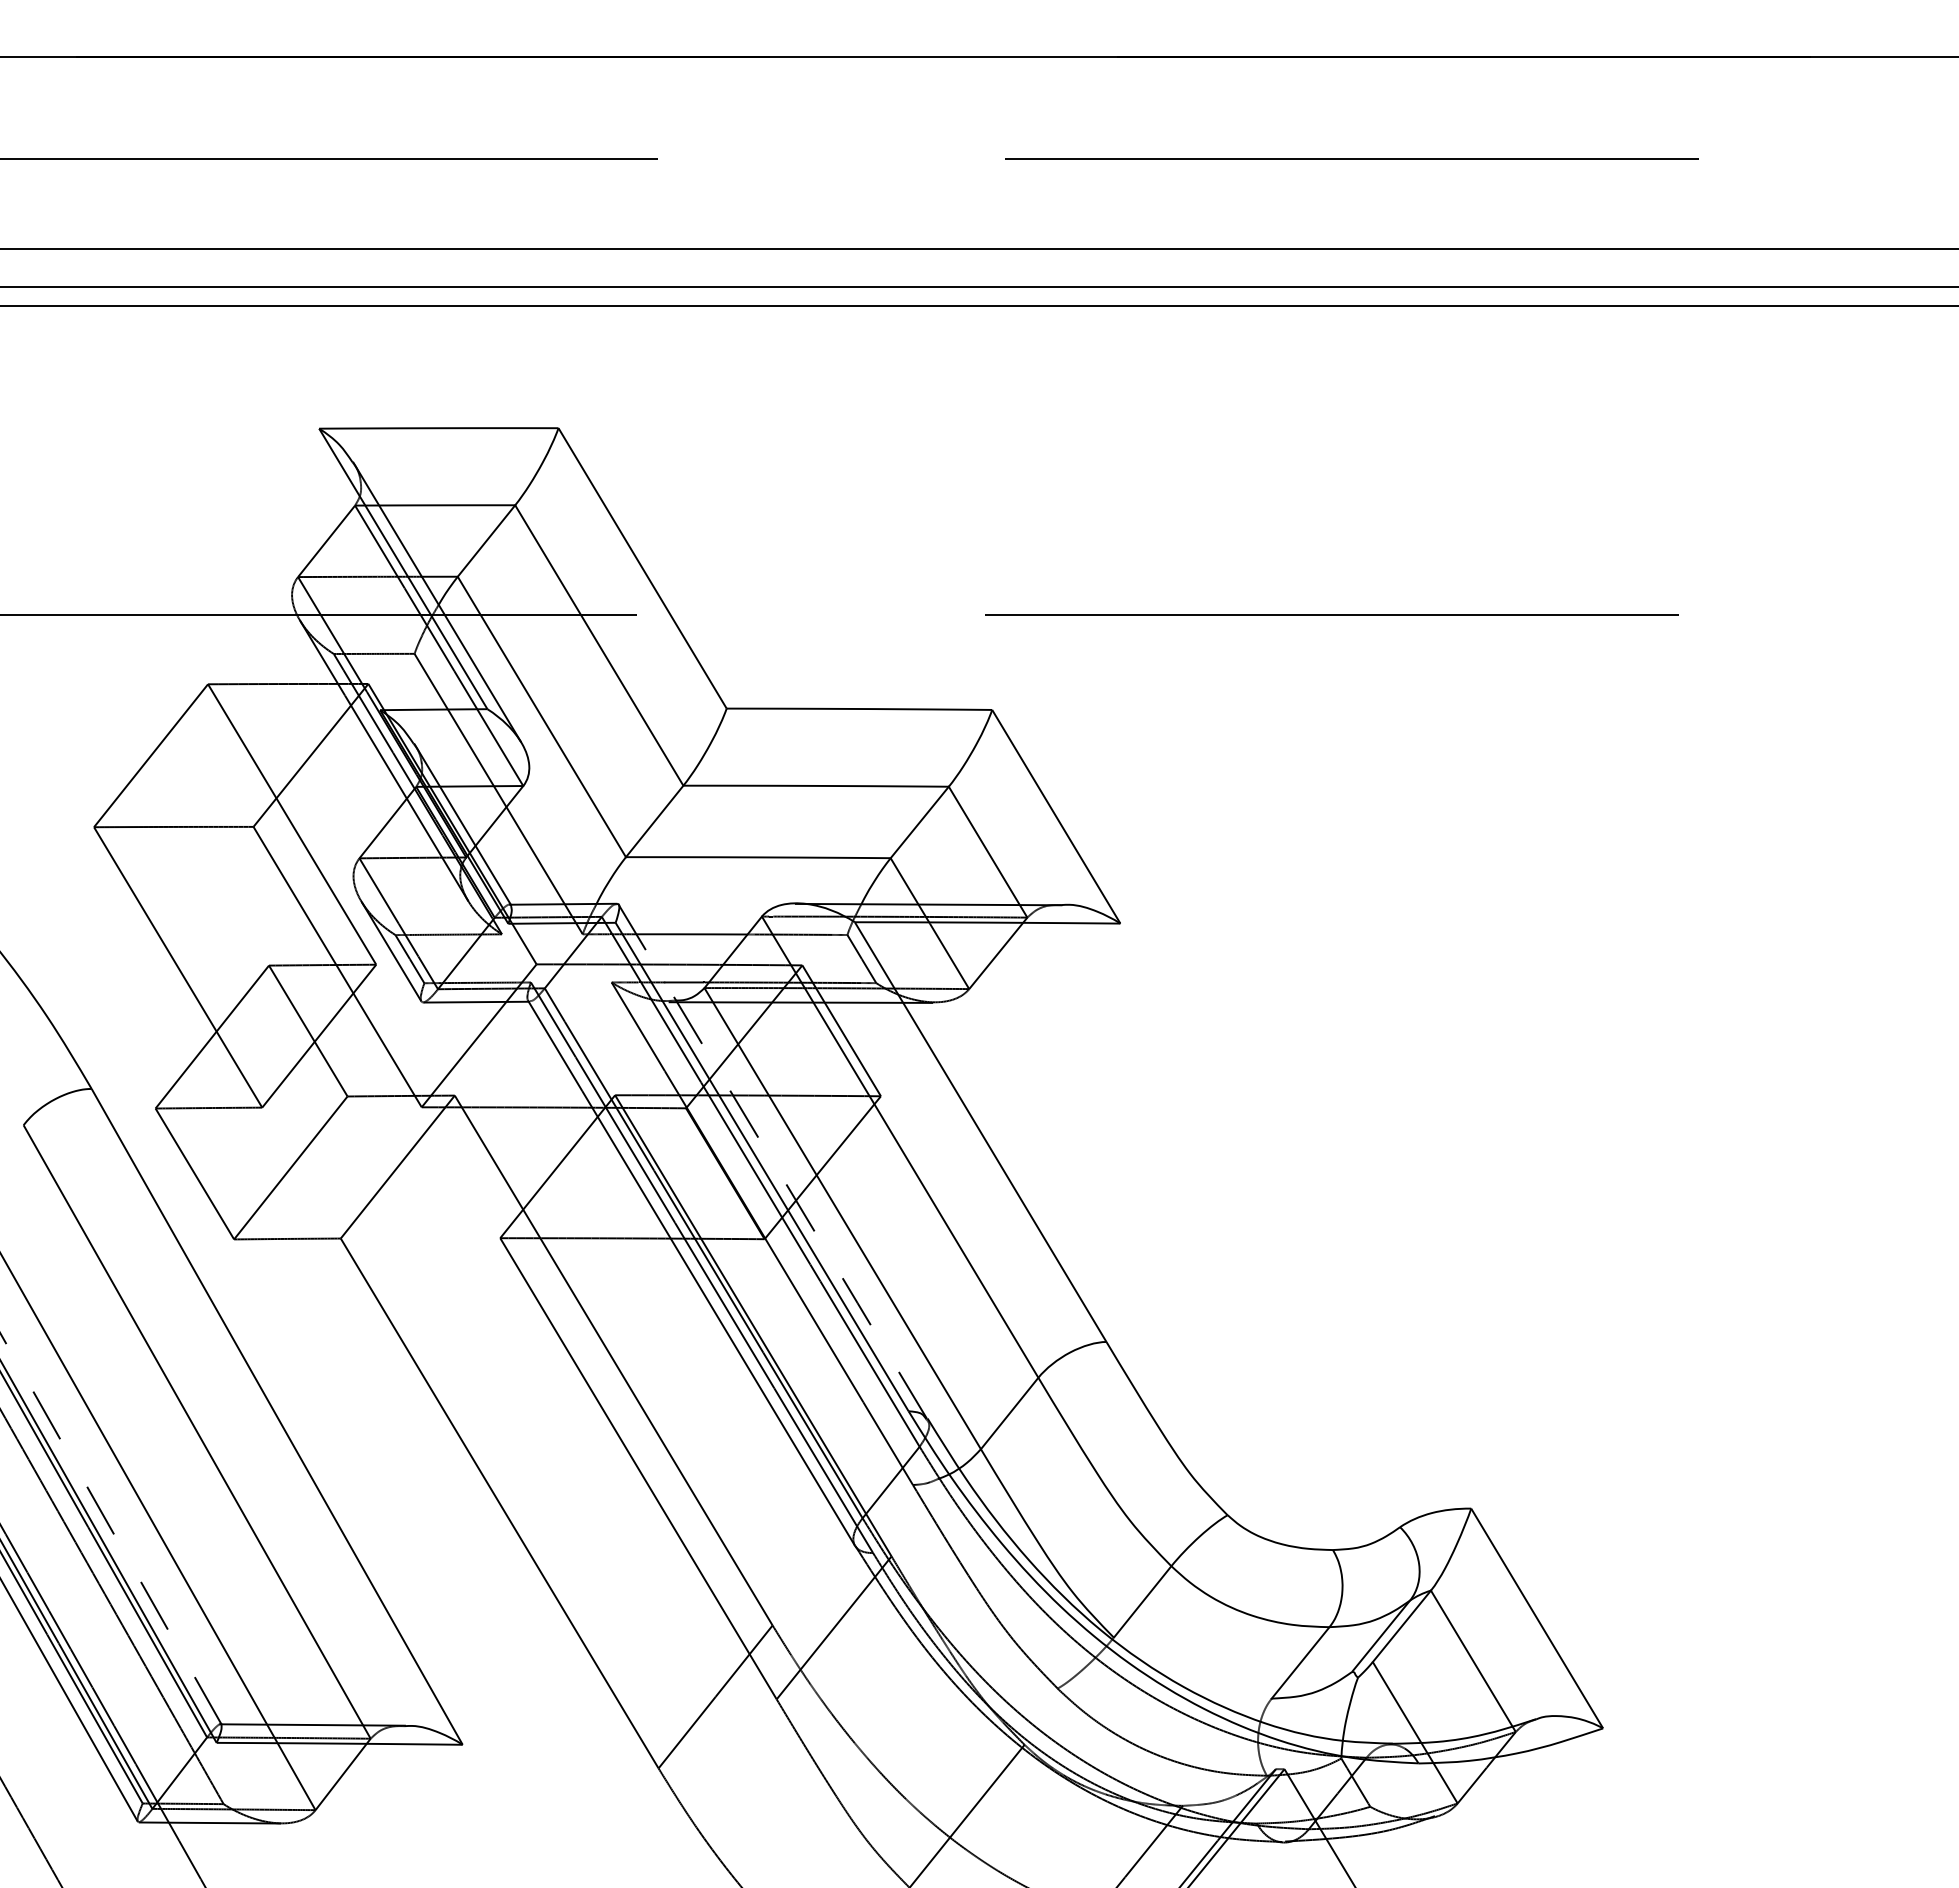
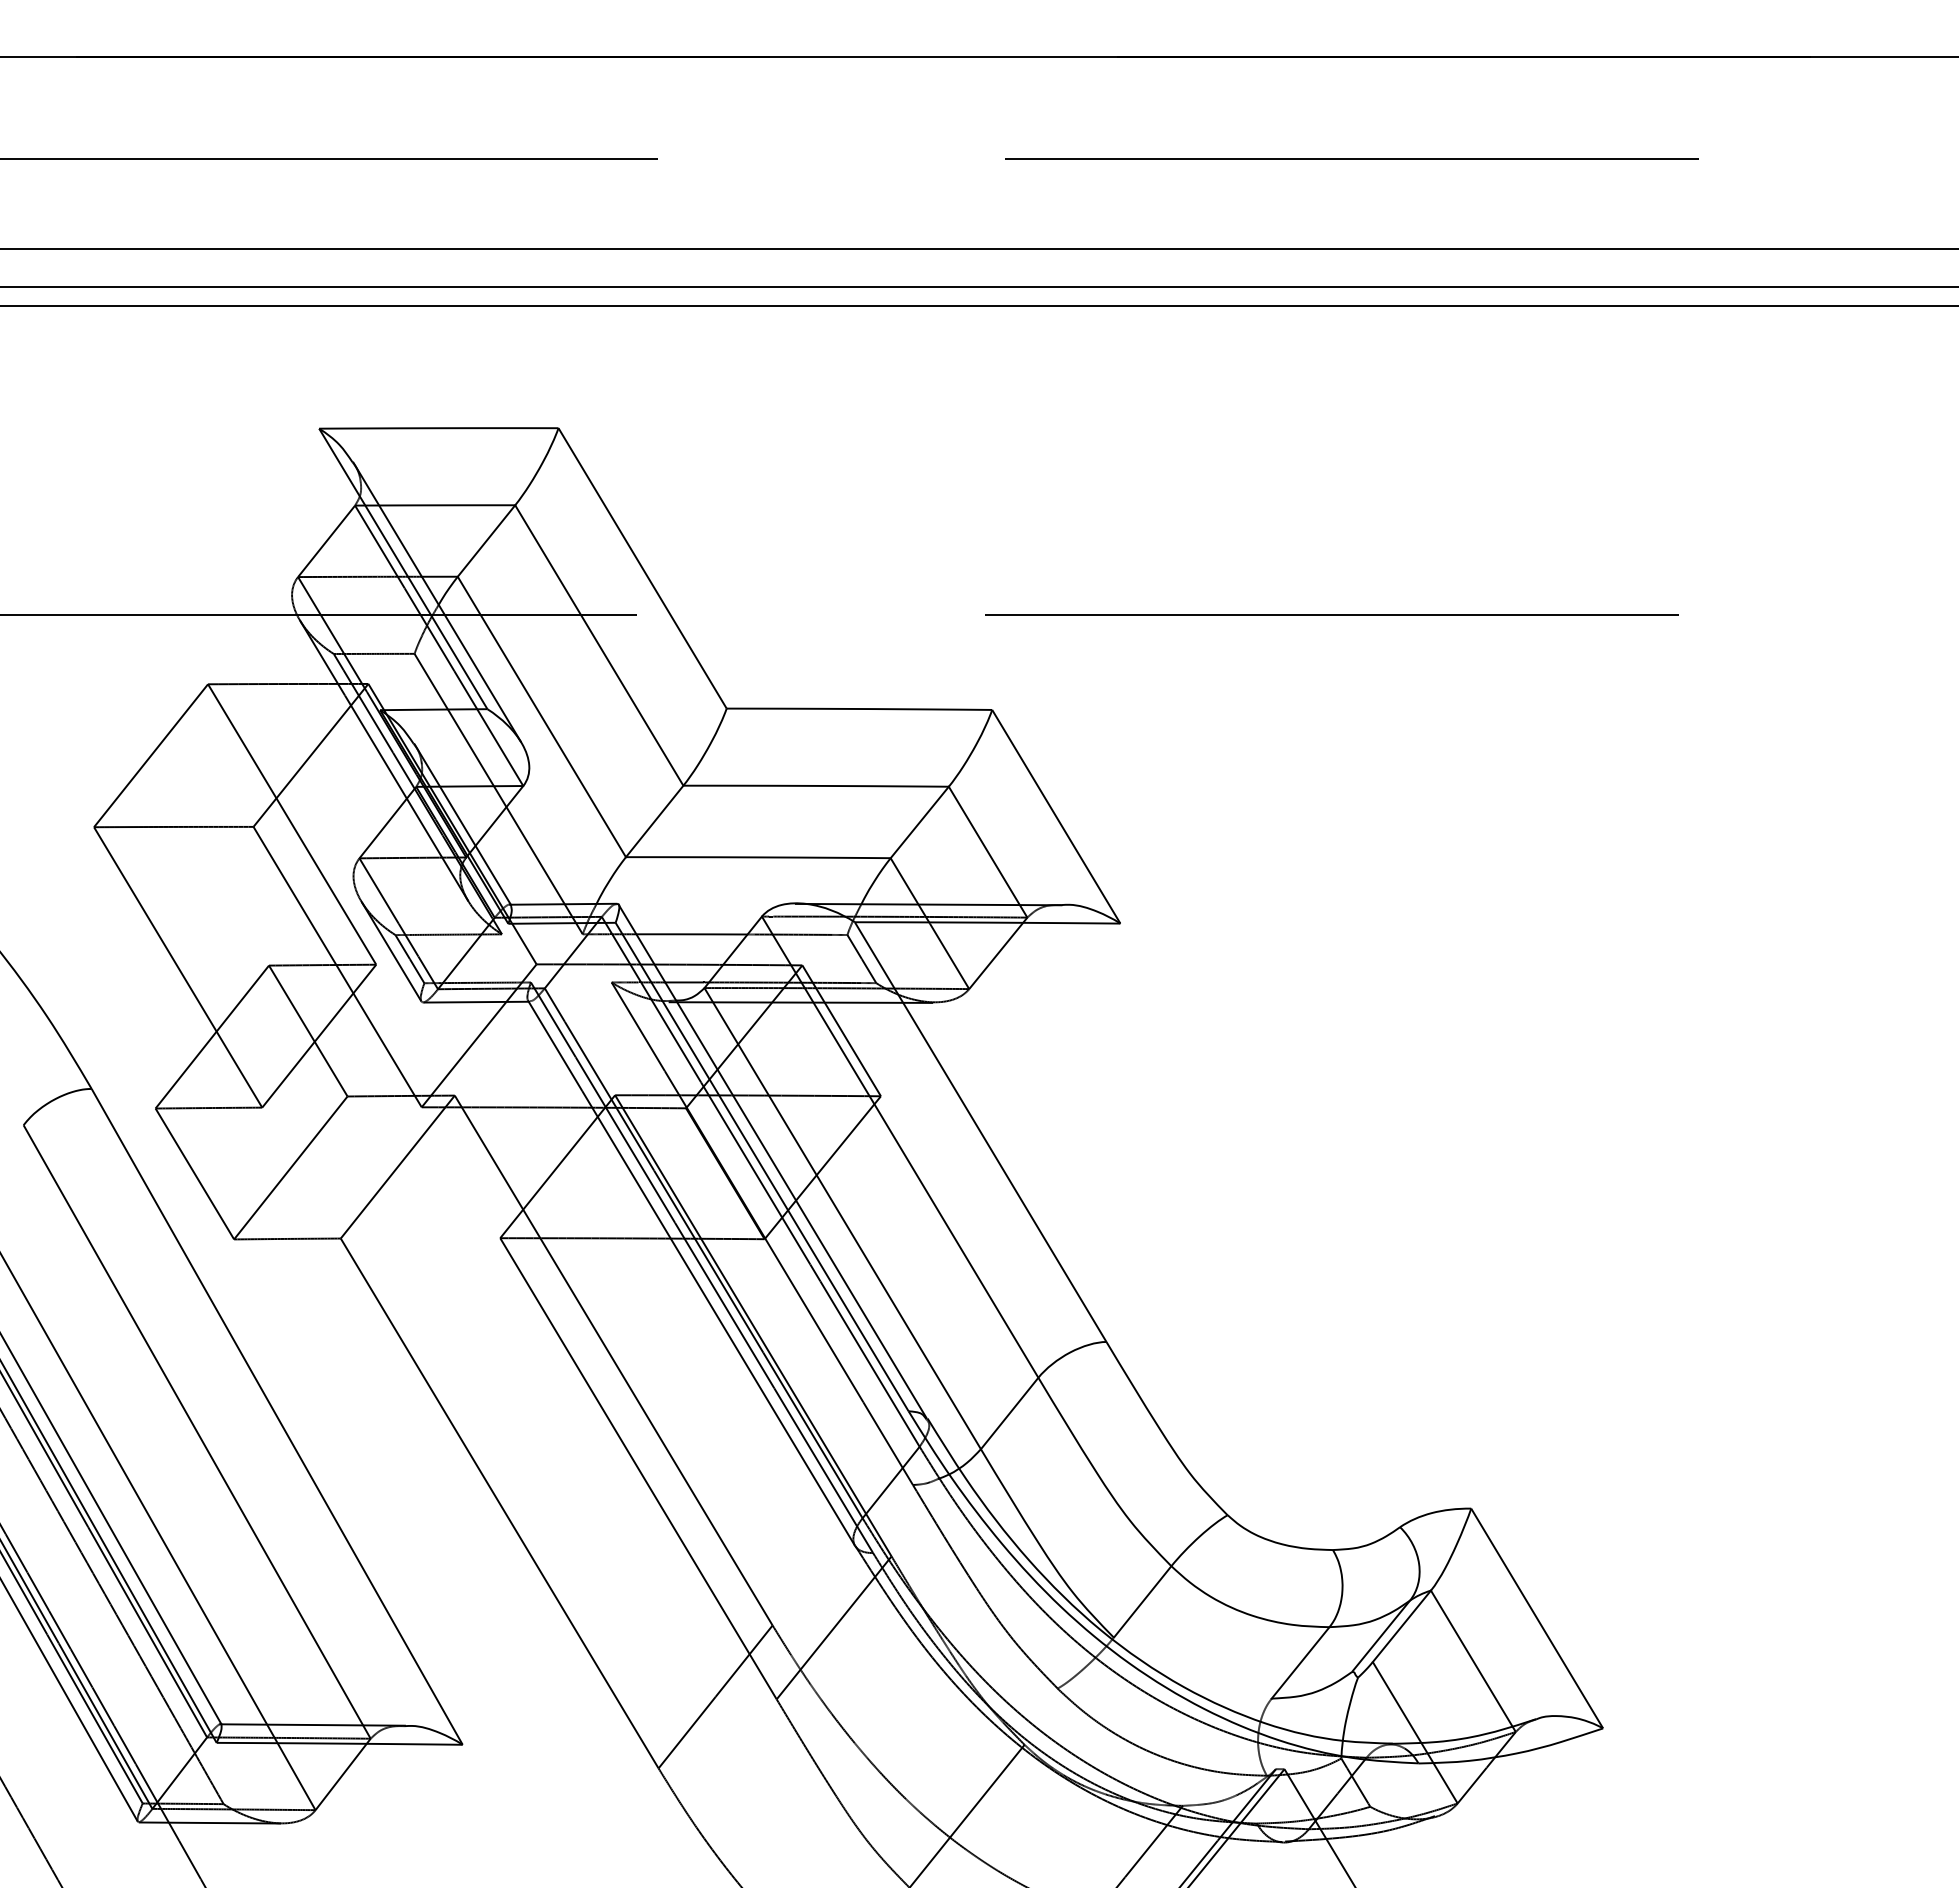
line at (773, 1162): dashed -> solid
line at (111, 1529): dashed -> solid
